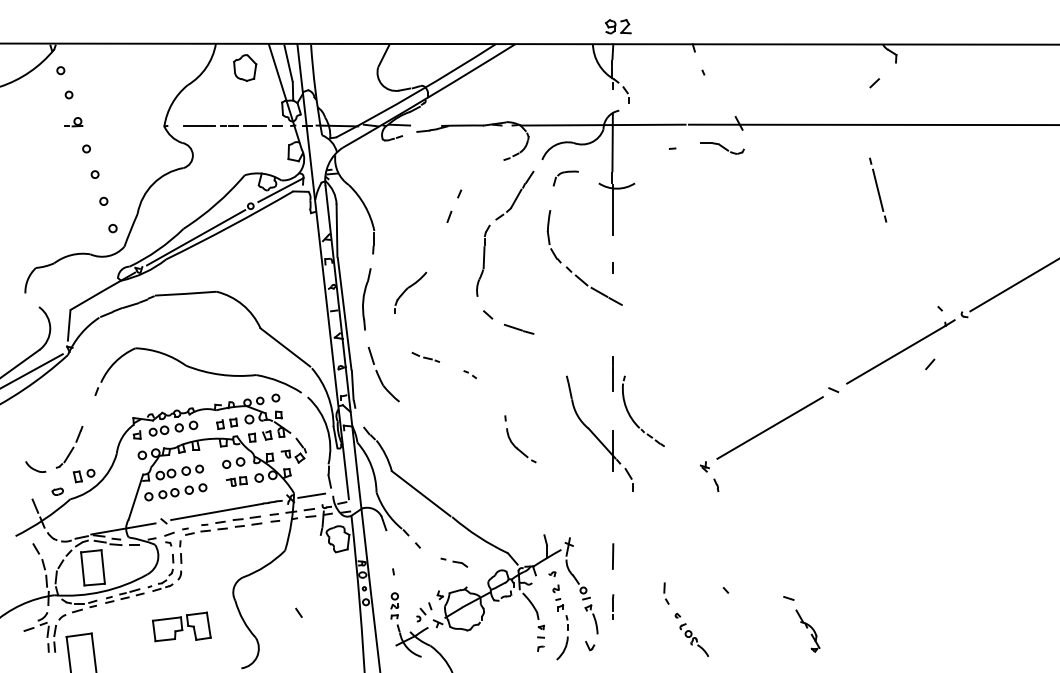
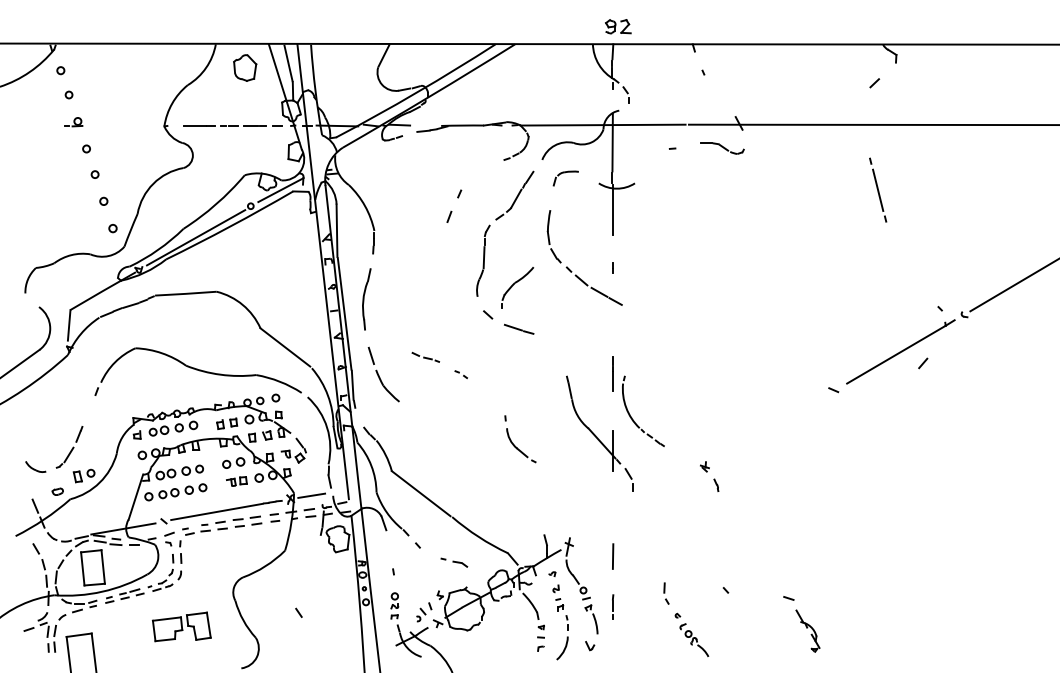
part at (410, 292) position: (410, 292) -> (517, 287)
line at (930, 364) position: (930, 364) -> (923, 363)
line at (32, 370): present -> none
part at (469, 374) position: (469, 374) -> (460, 374)
line at (769, 427): present -> none
